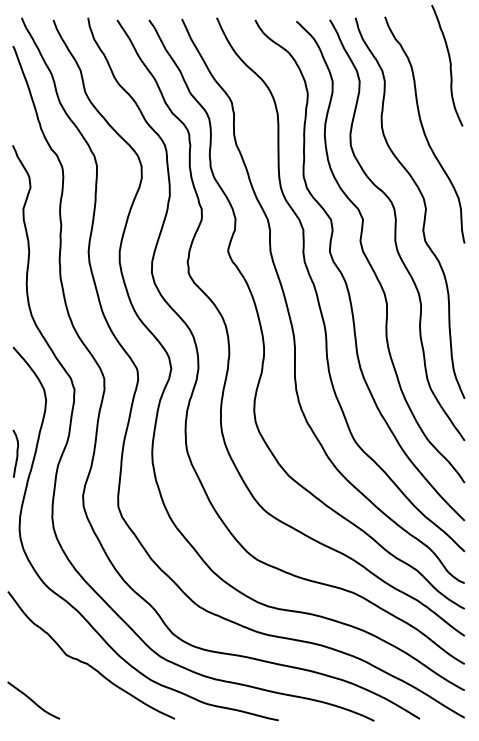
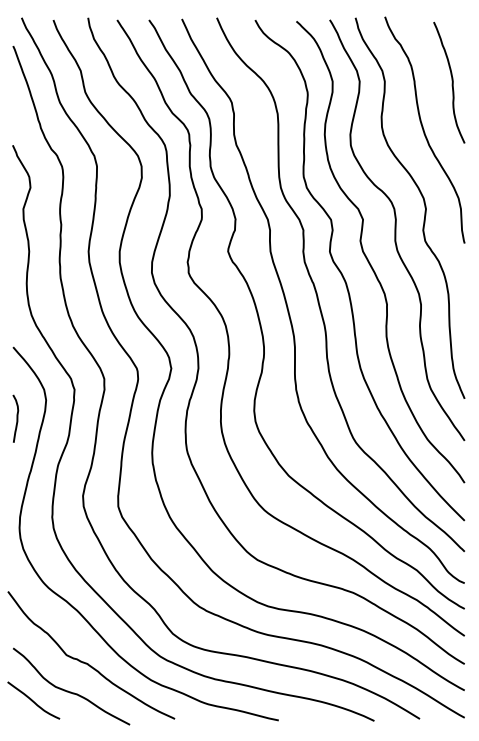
curve at (449, 65) position: (449, 65) -> (451, 82)
curve at (16, 453) position: (16, 453) -> (16, 418)
curve at (68, 690): none -> present
